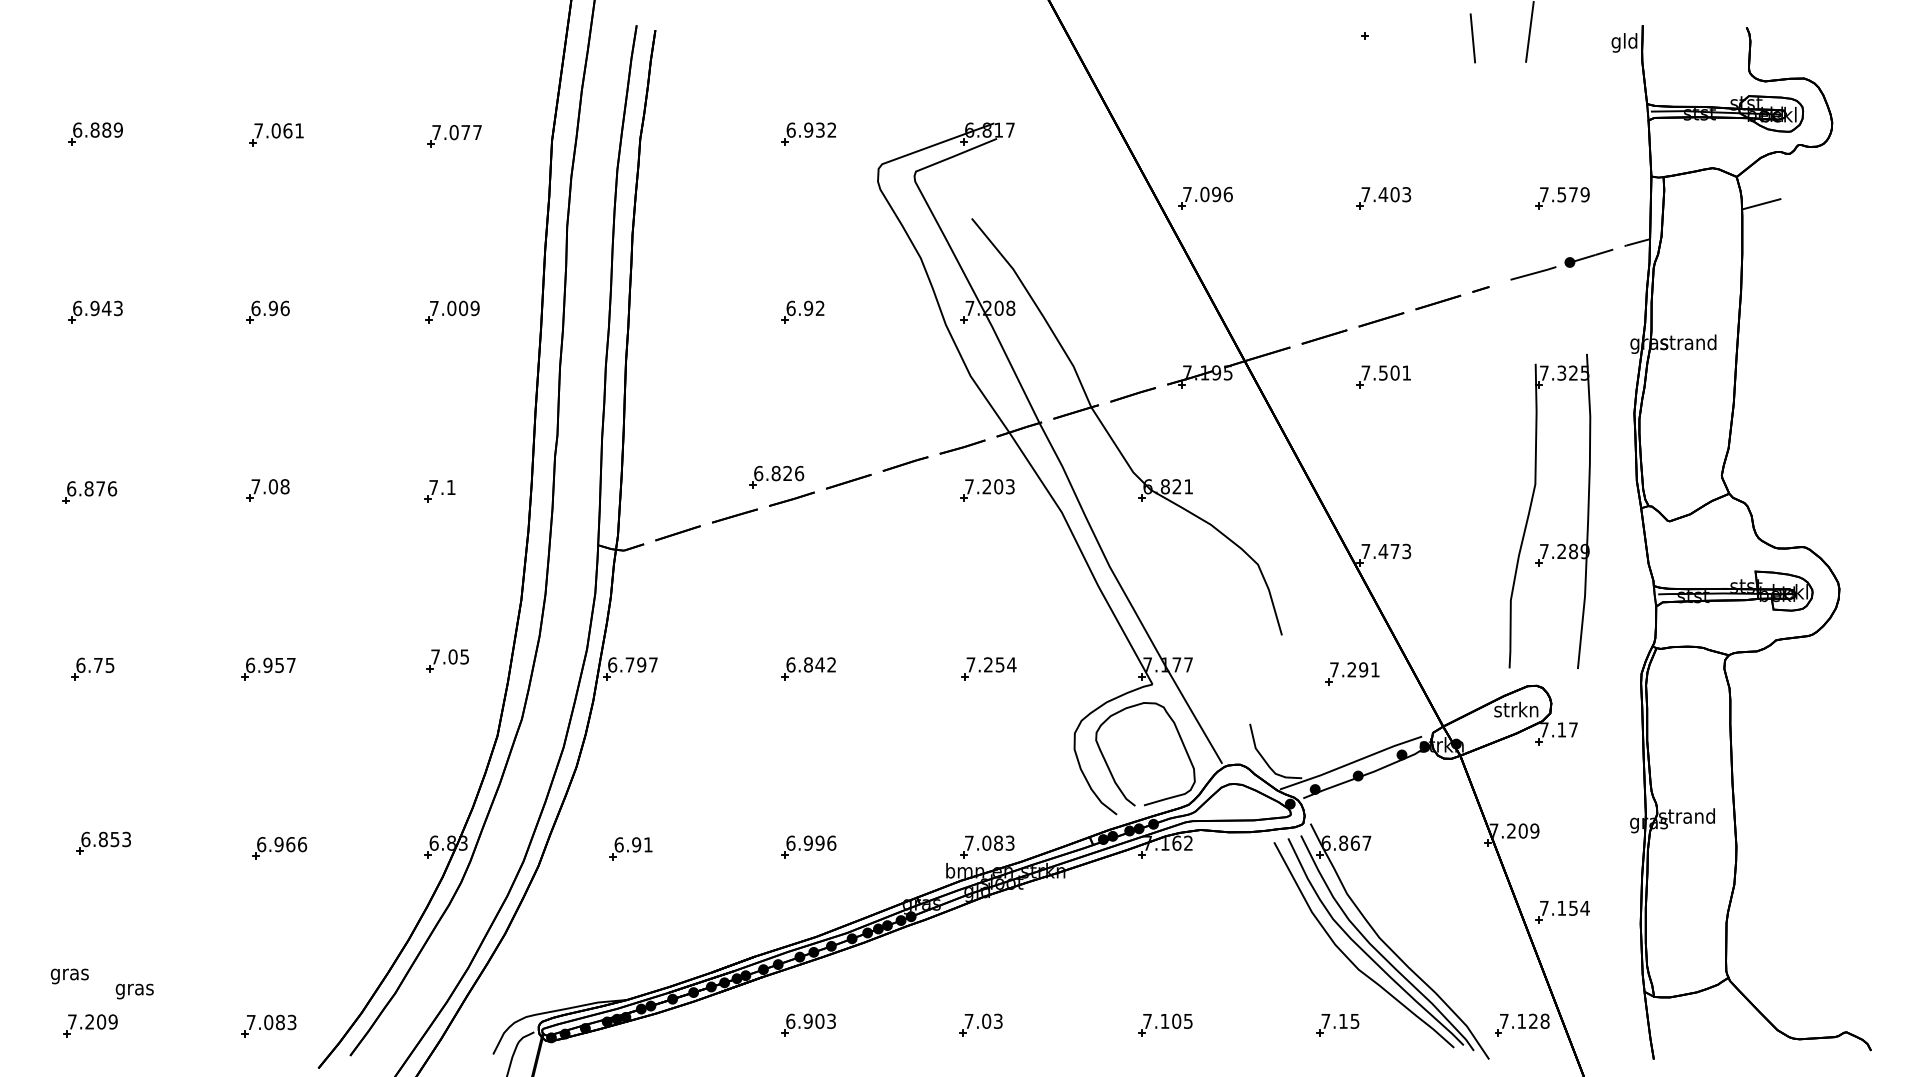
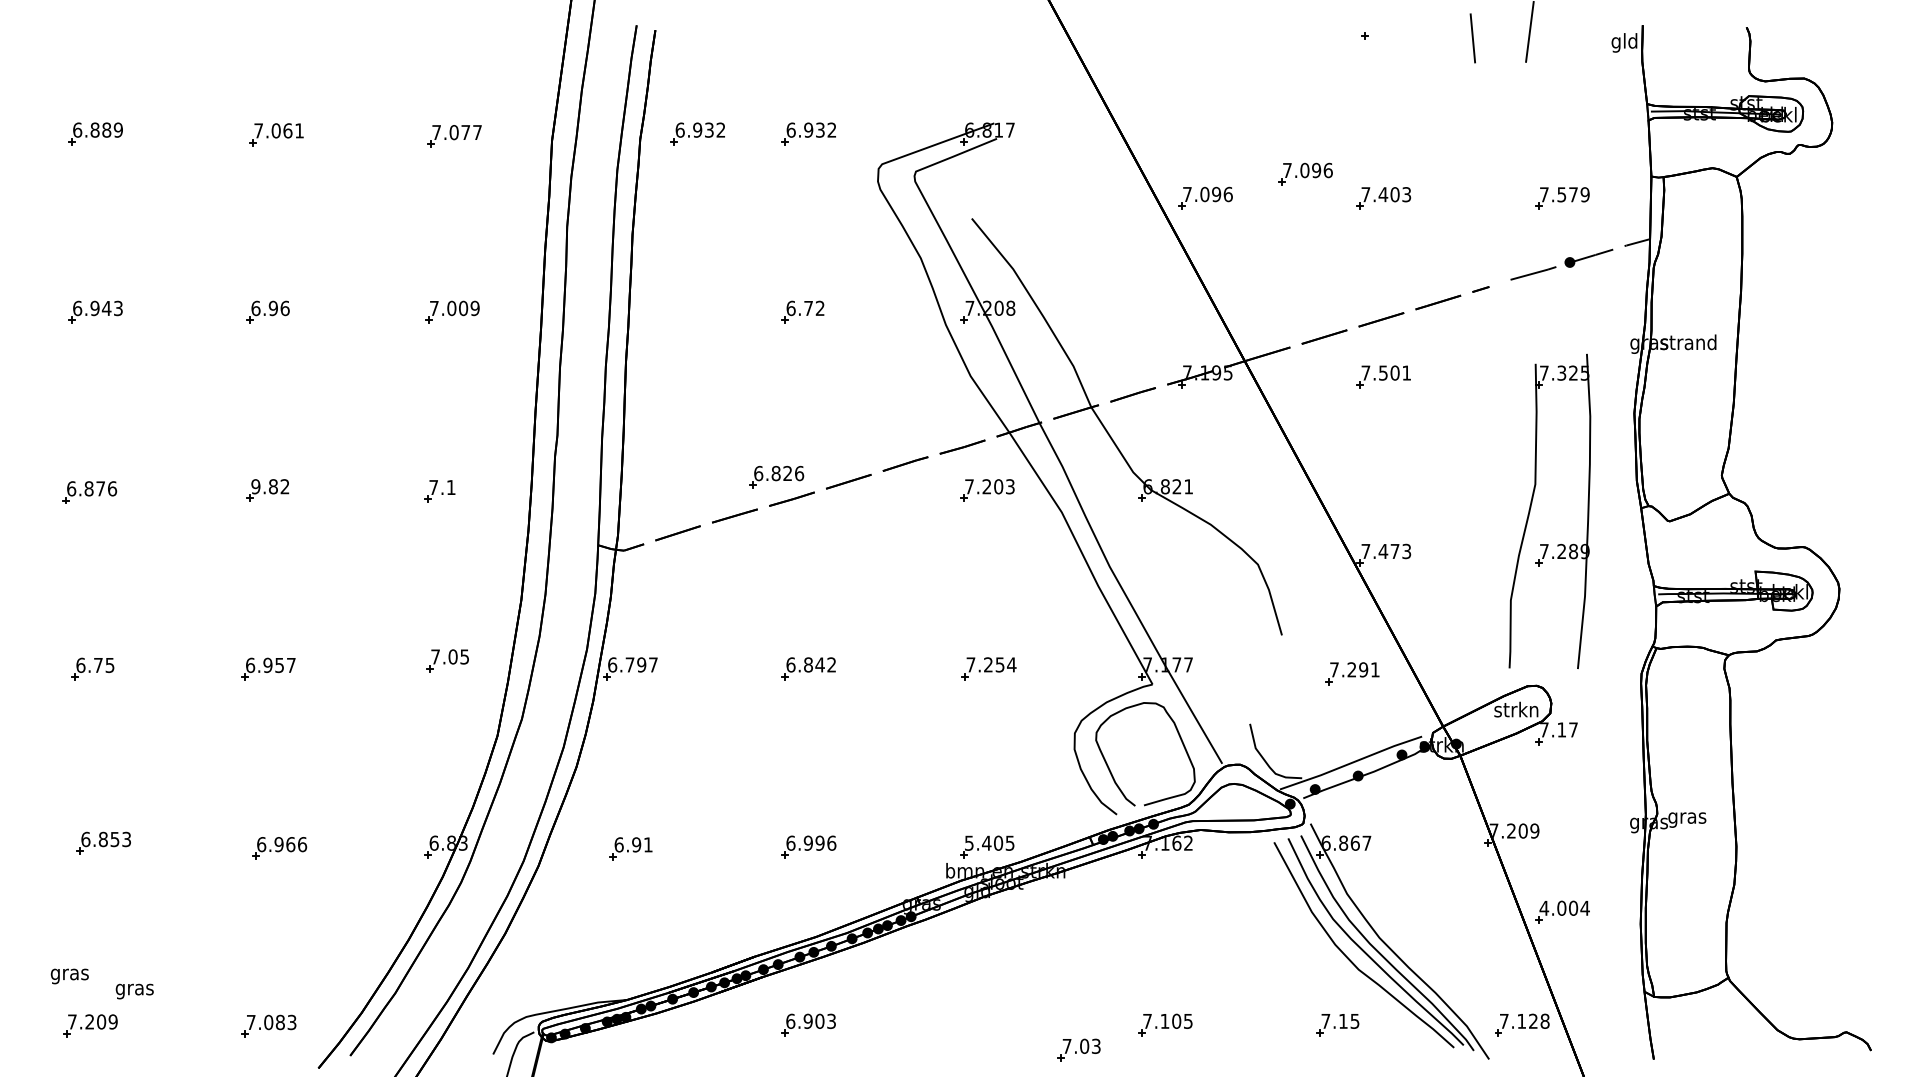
part at (697, 133): none -> present
part at (1305, 173): none -> present
line at (1761, 203): present -> none
text at (808, 308): 6.92 -> 6.72
text at (270, 486): 7.08 -> 9.82
text at (1686, 817): strand -> gras
text at (989, 842): 7.083 -> 5.405
text at (1558, 907): 7.154 -> 4.004
part at (980, 1024) position: (980, 1024) -> (1078, 1049)
